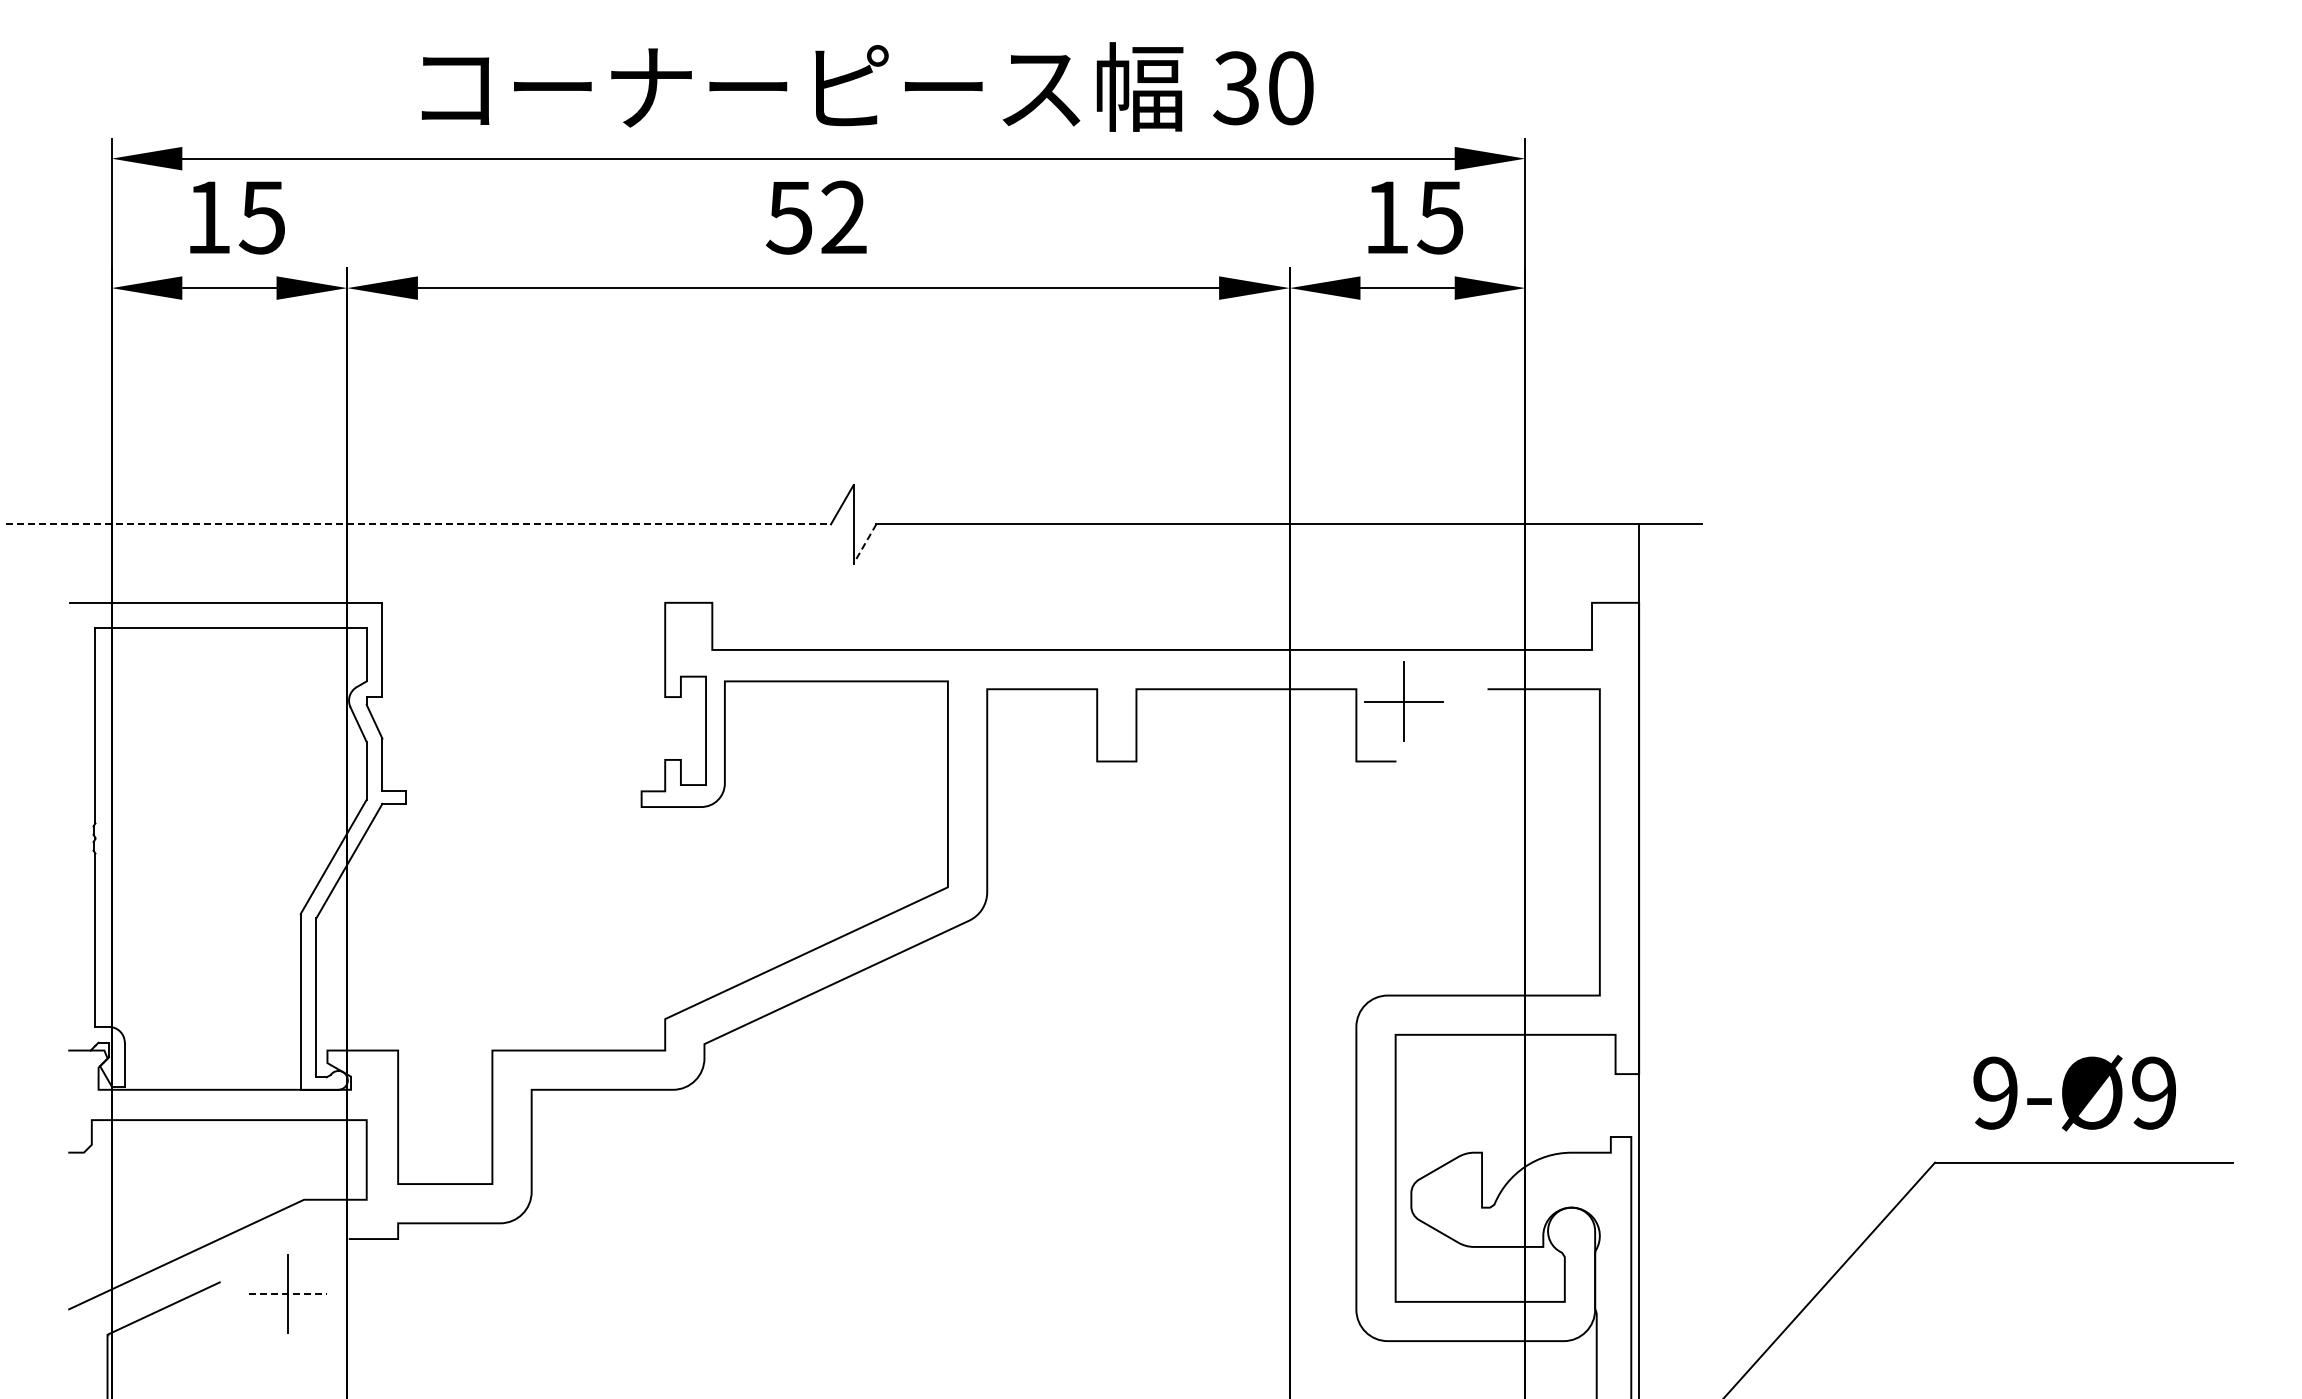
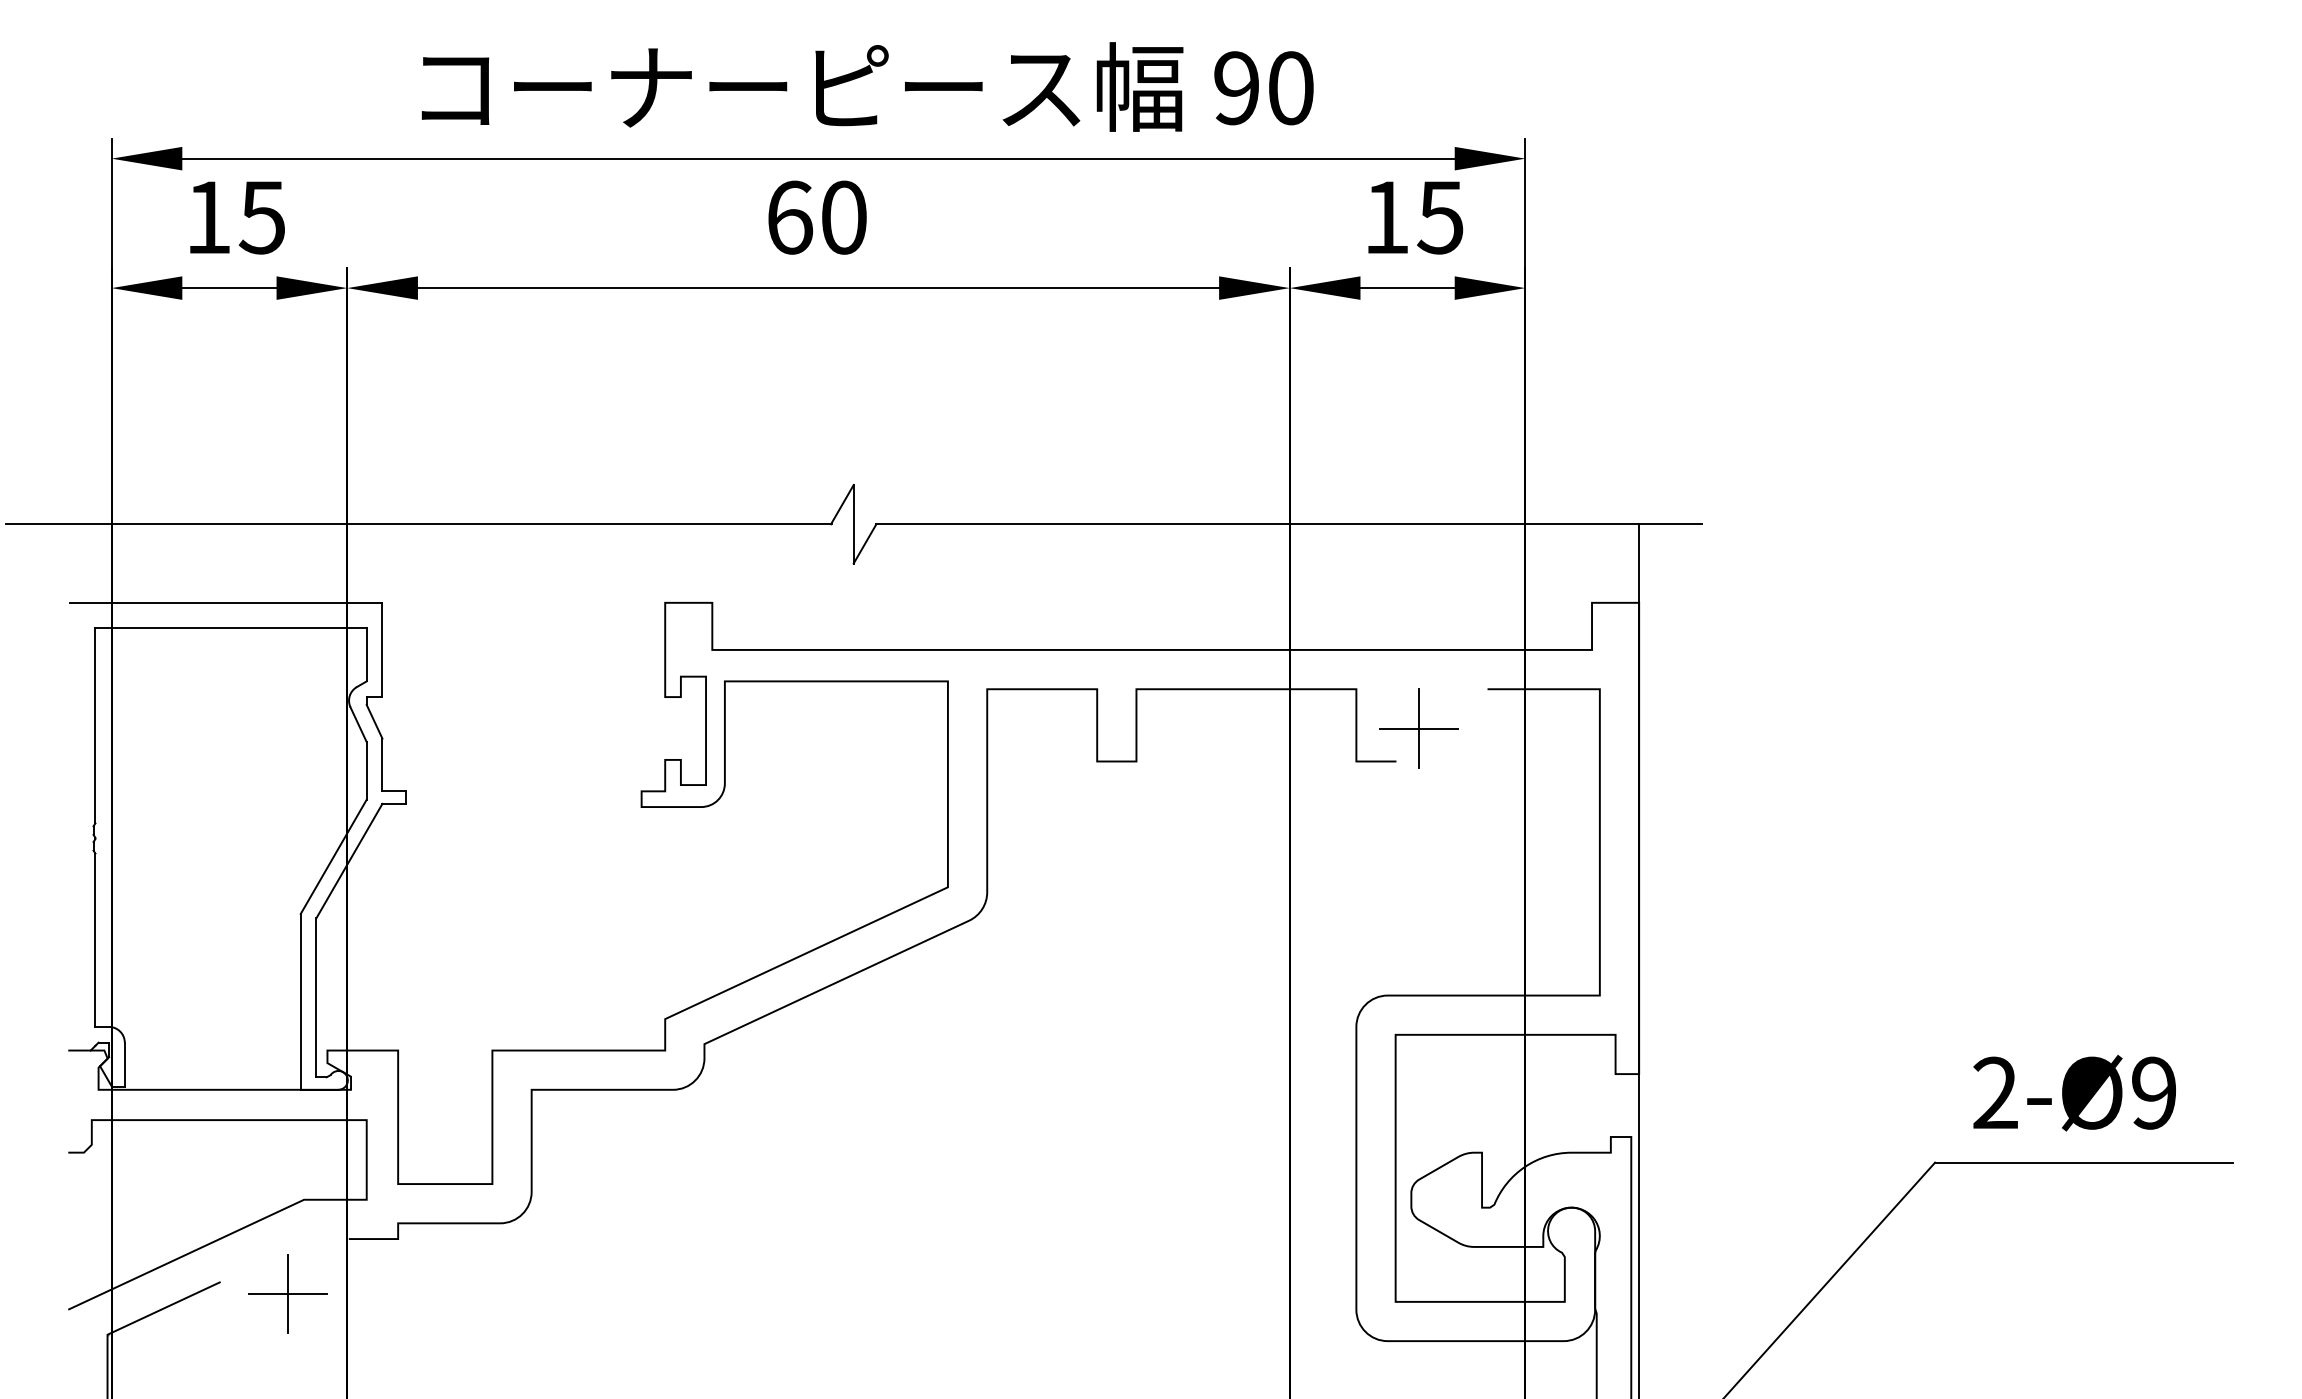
text at (1235, 88): 30 -> 90
text at (816, 217): 52 -> 60
line at (419, 524): dashed -> solid
line at (865, 543): dashed -> solid
part at (1403, 701) position: (1403, 701) -> (1418, 728)
text at (1995, 1093): 9-Ø9 -> 2-Ø9
line at (288, 1294): dashed -> solid
